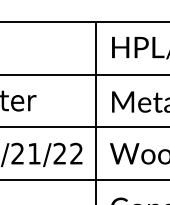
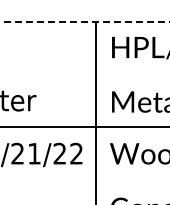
line at (84, 22): solid -> dashed
line at (84, 74): present -> none
line at (84, 180): present -> none
